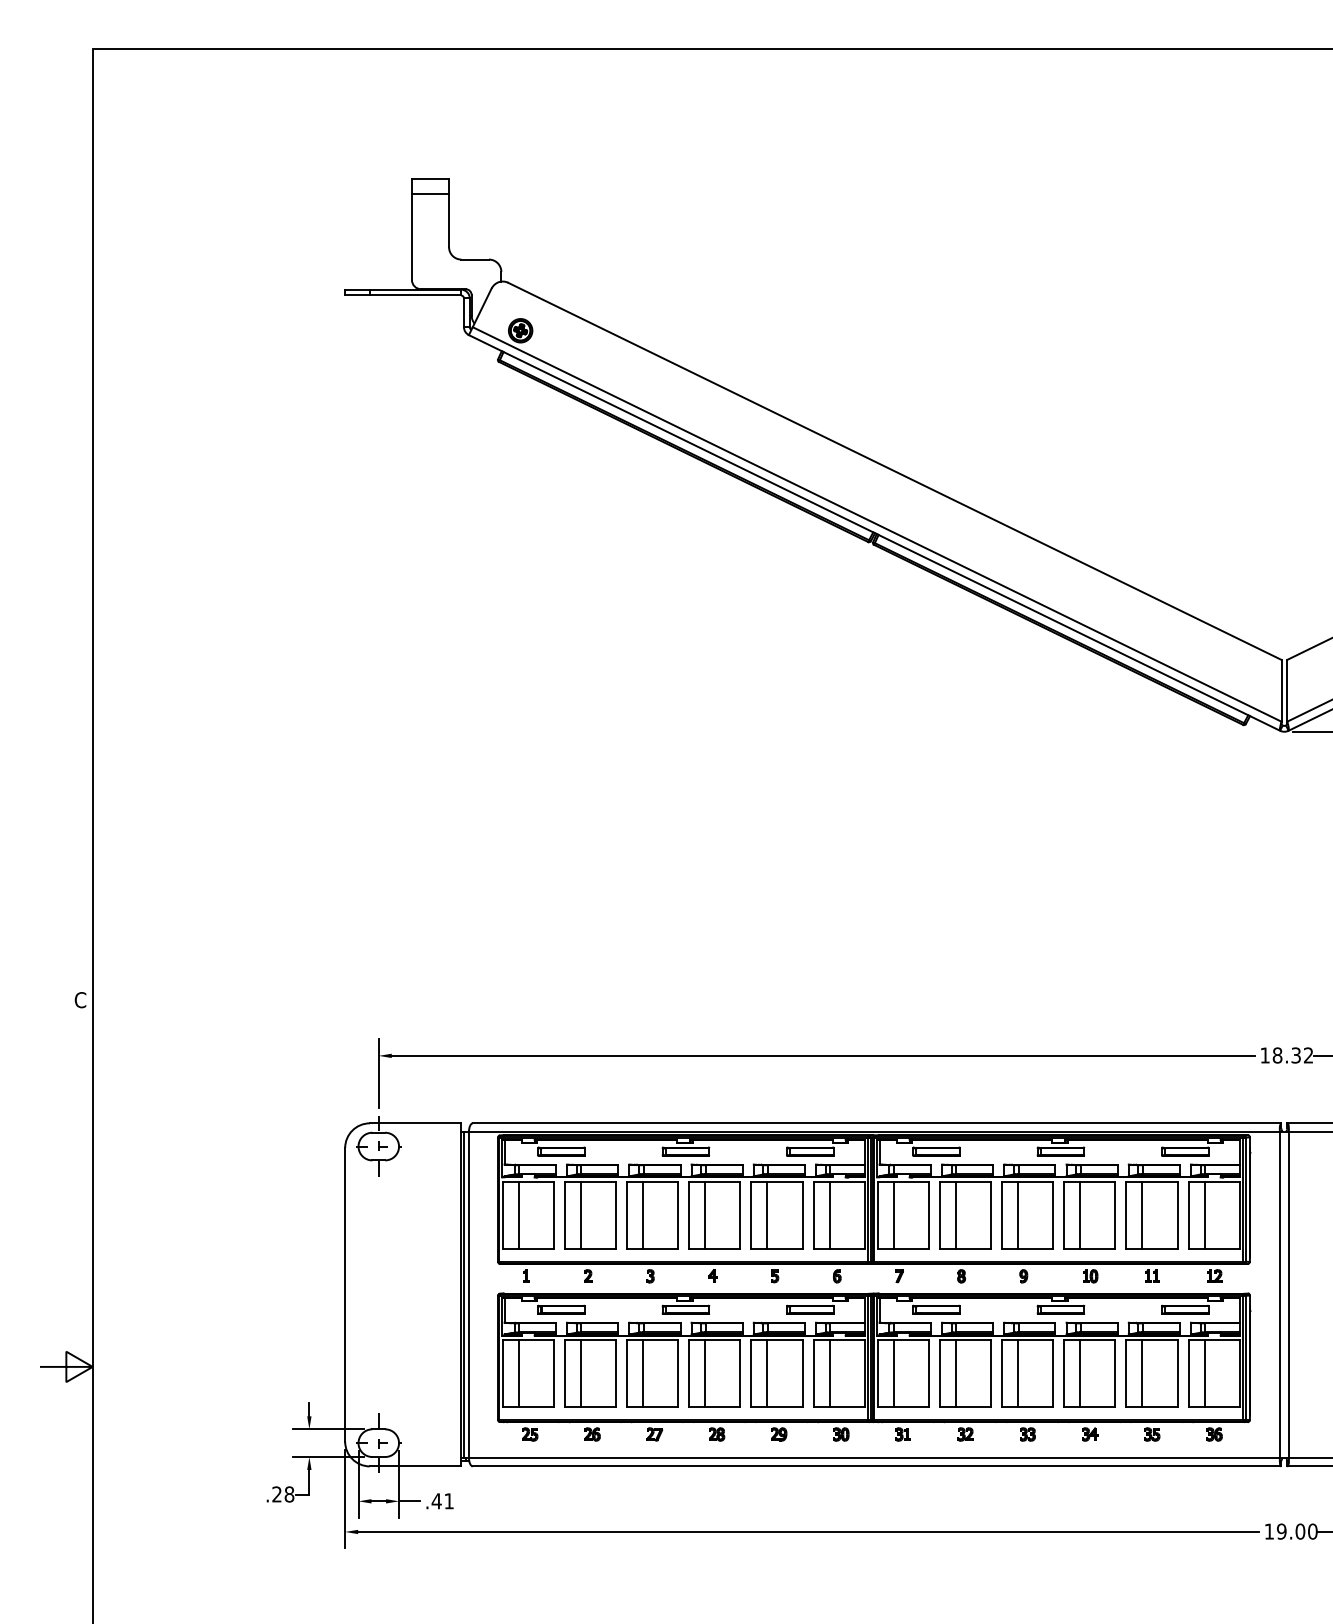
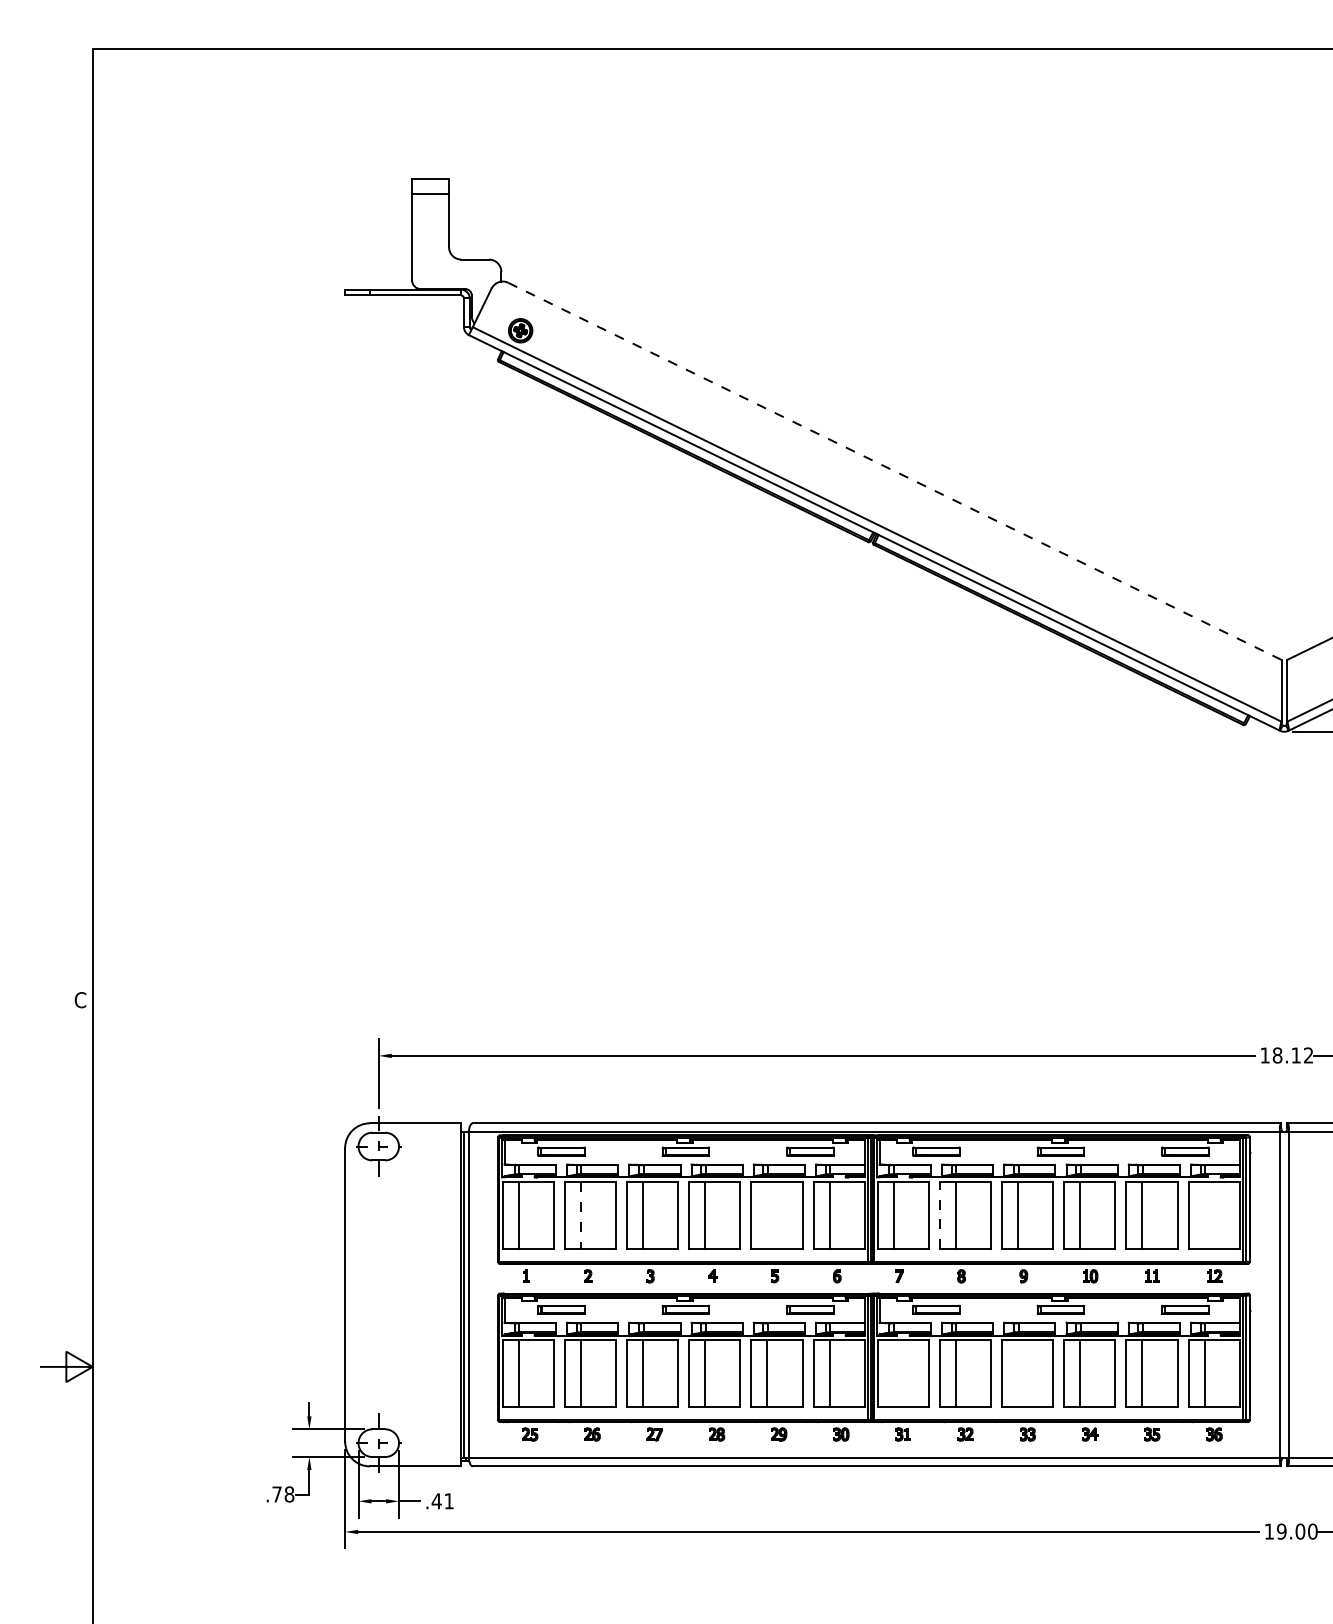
line at (895, 471): solid -> dashed
text at (1295, 1055): 18.32 -> 18.12
line at (767, 1215): present -> none
line at (939, 1215): solid -> dashed
line at (1204, 1215): present -> none
line at (580, 1216): solid -> dashed
line at (893, 1373): present -> none
line at (1017, 1373): present -> none
text at (276, 1494): .28 -> .78
